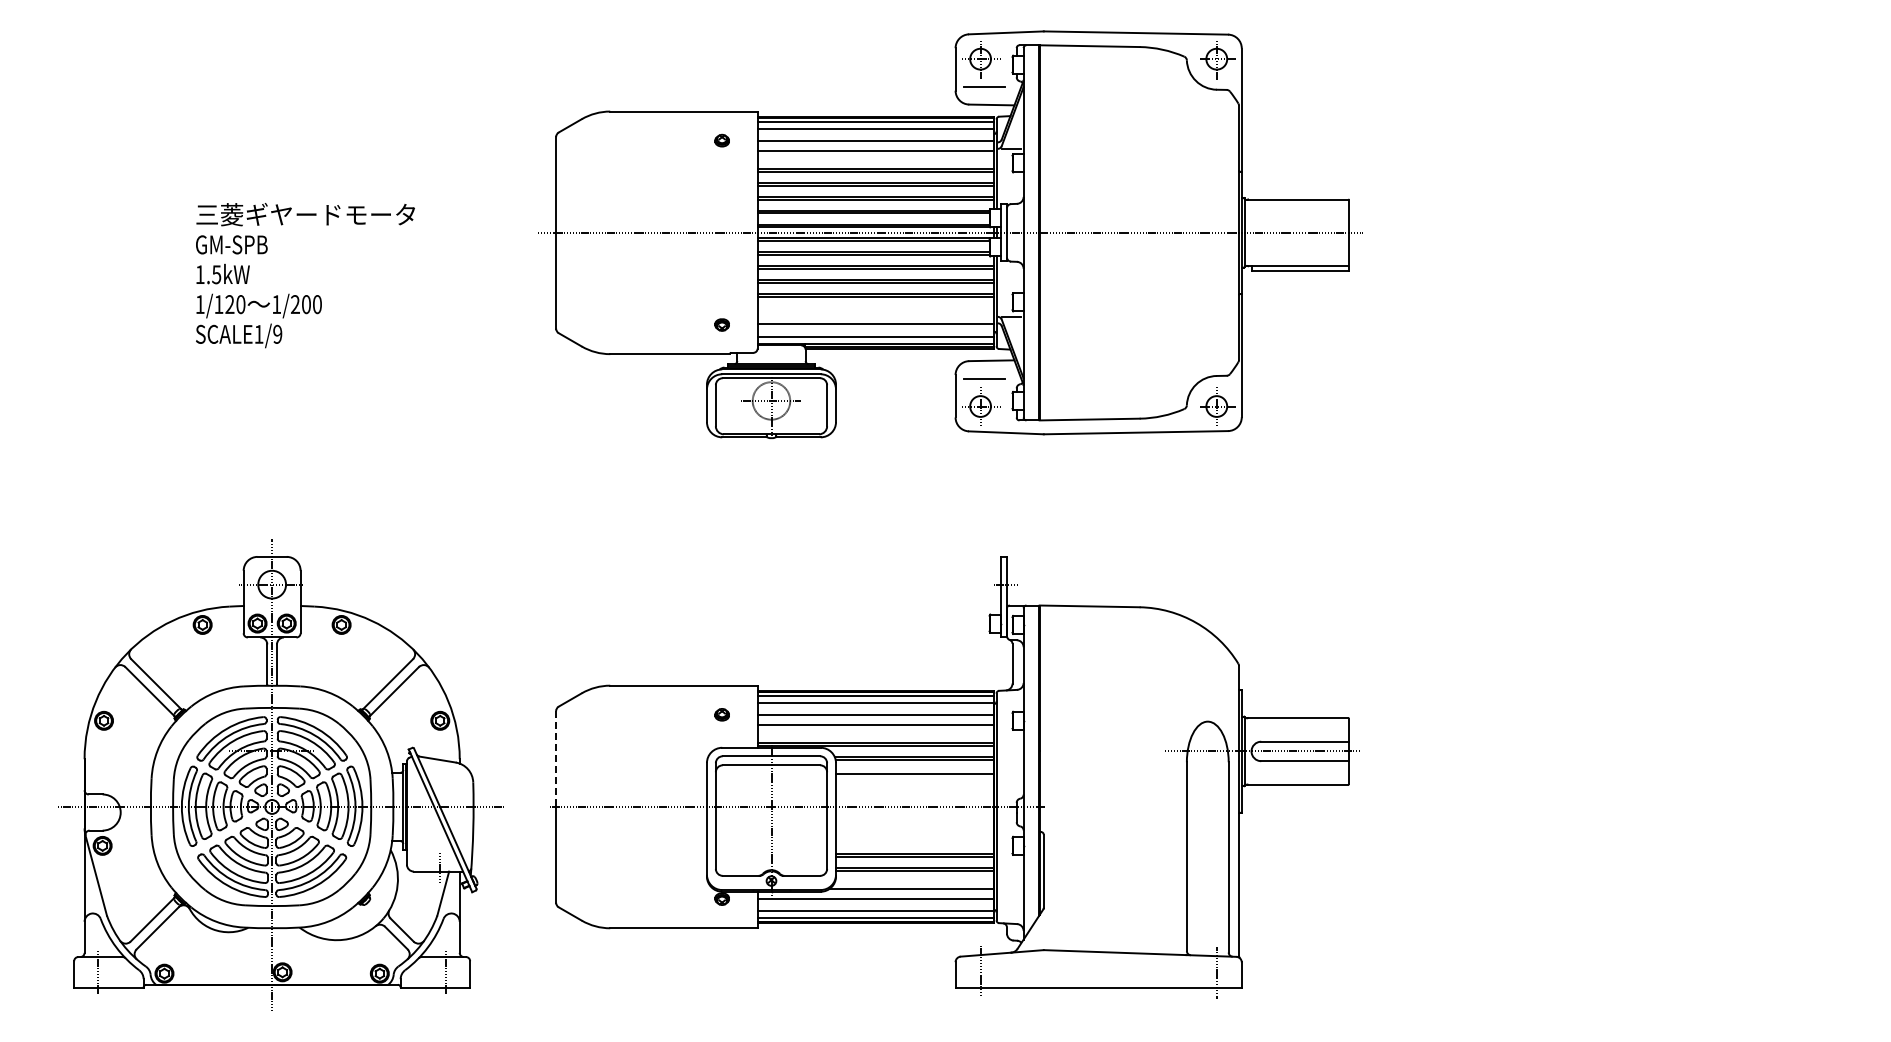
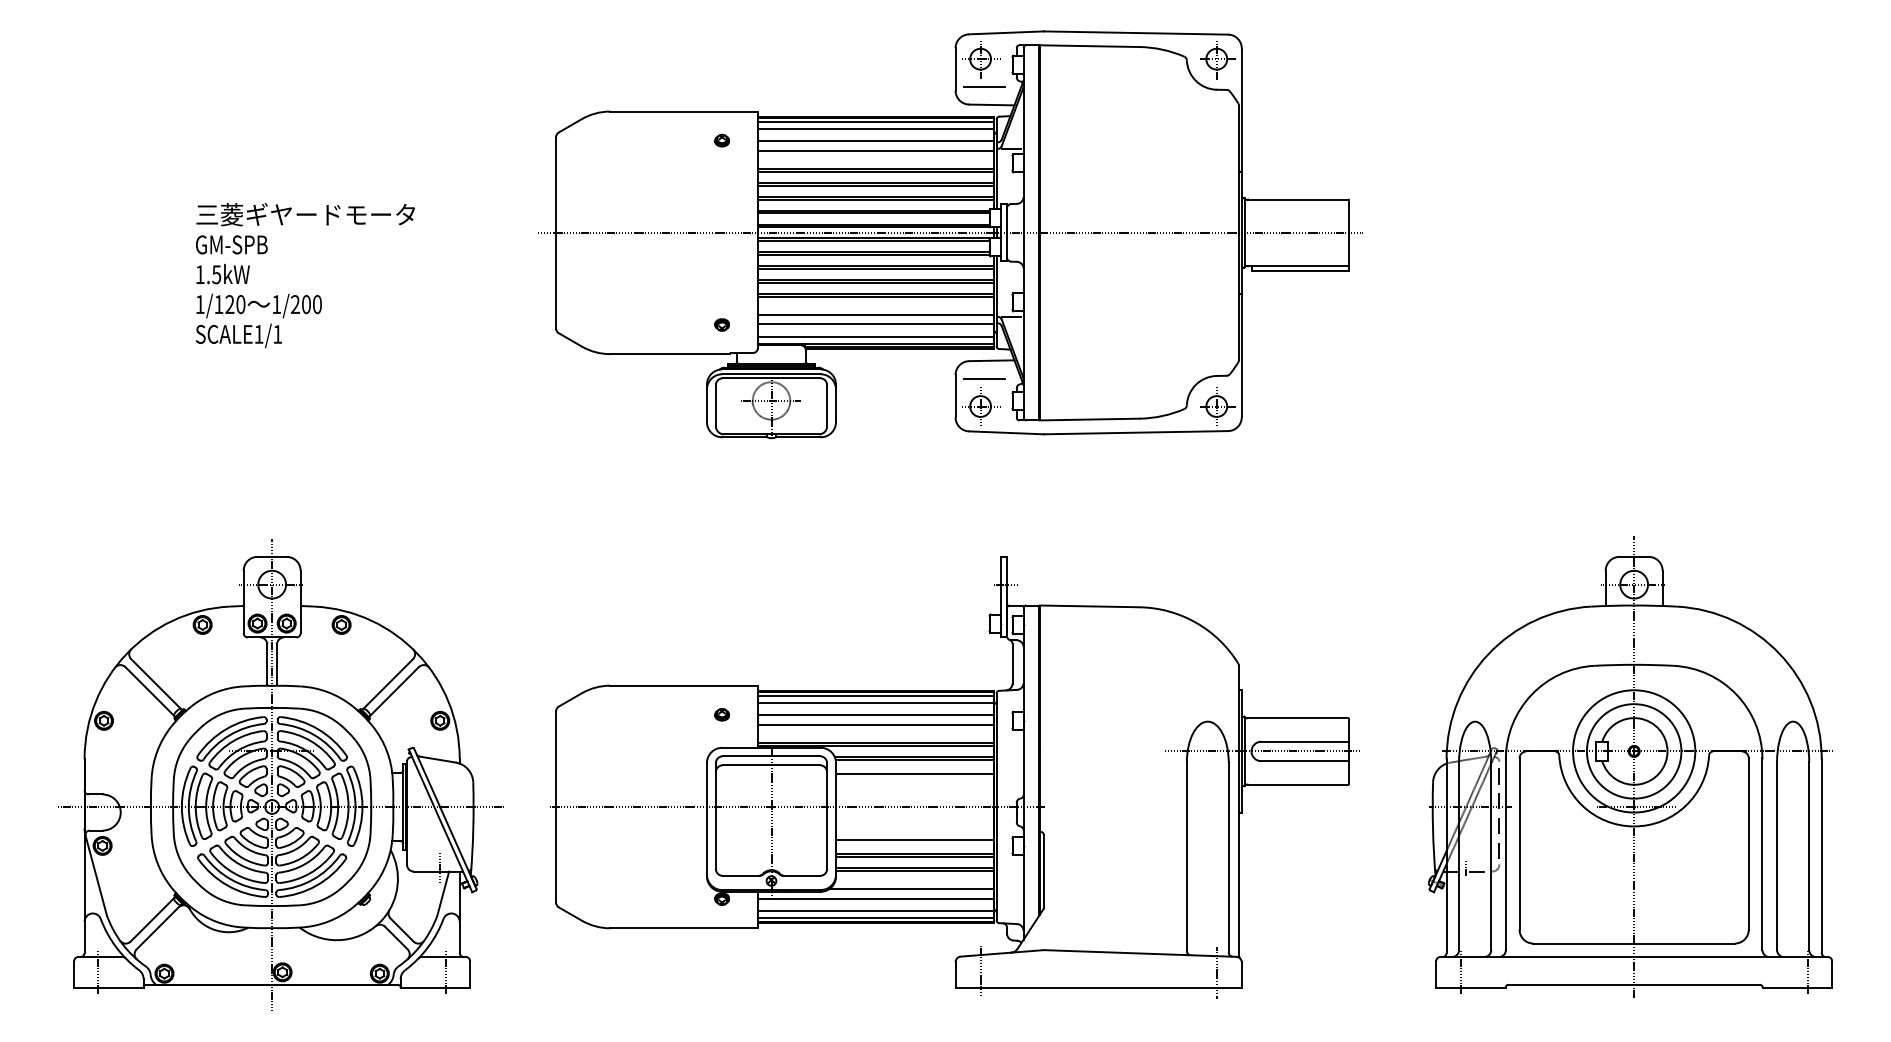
line at (875, 314): none -> present
text at (277, 333): SCALE1/9 -> SCALE1/1
line at (556, 759): dashed -> solid
part at (1629, 766): none -> present
line at (914, 840): none -> present
